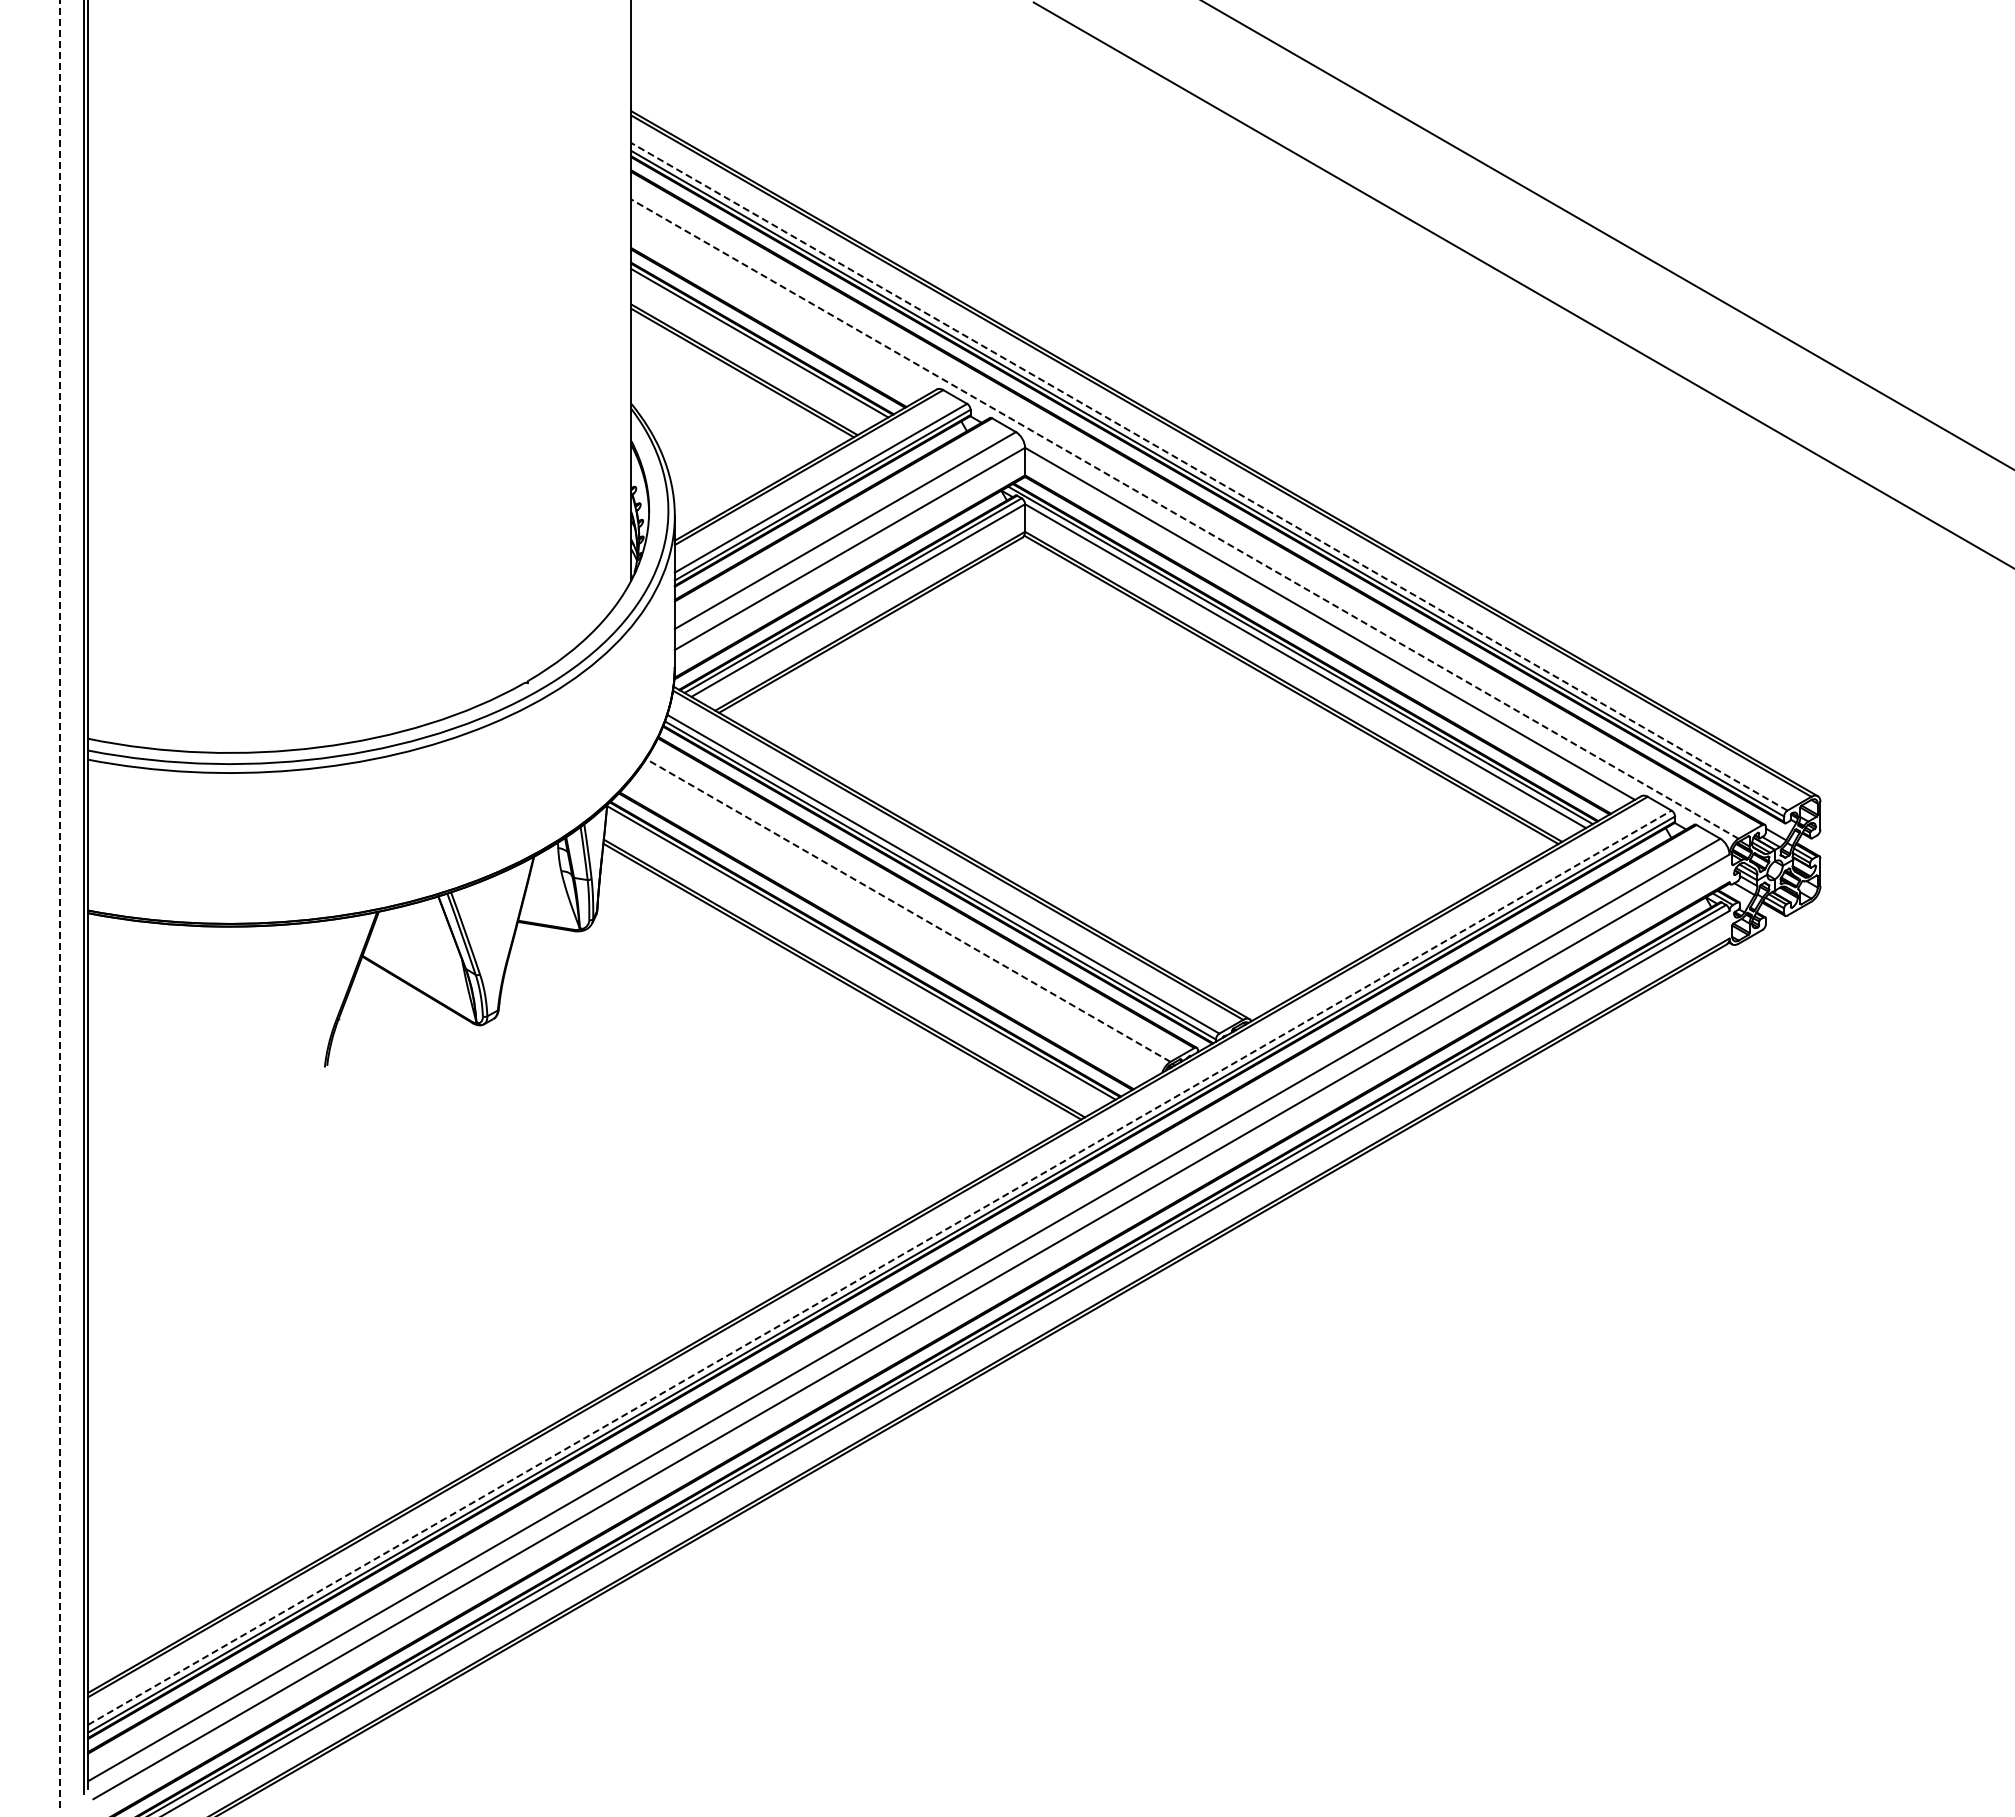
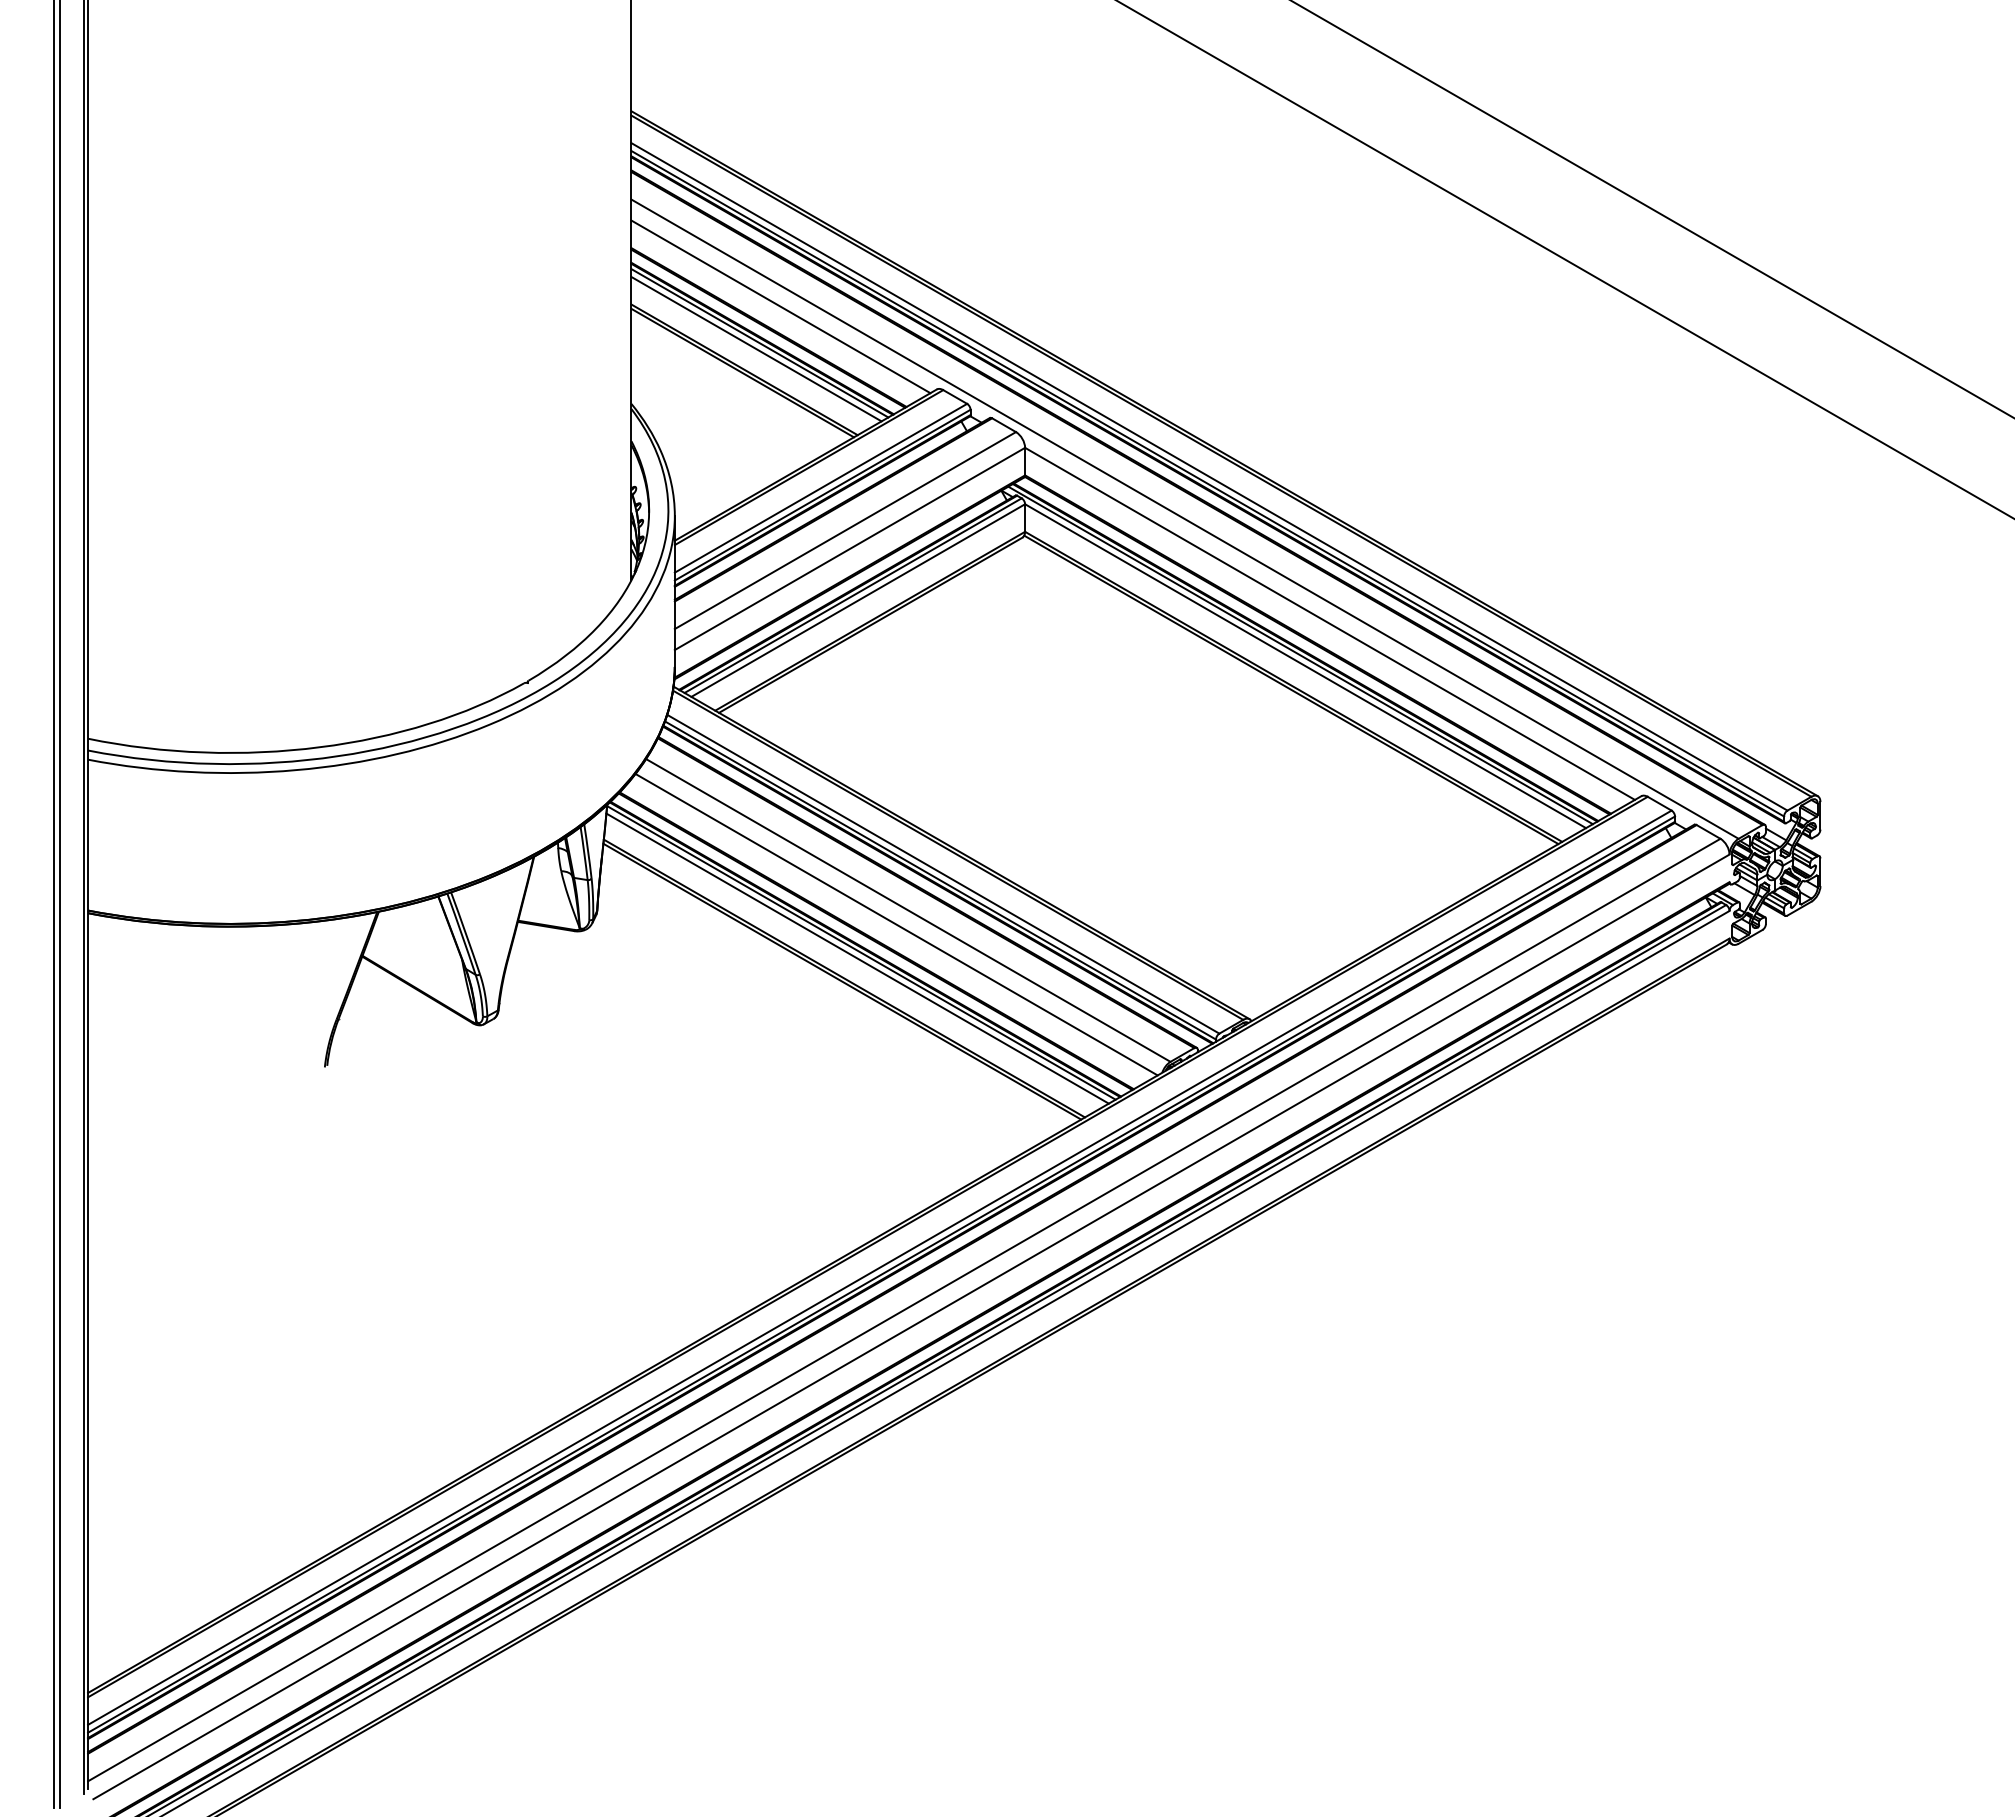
line at (1607, 235) position: (1607, 235) -> (1652, 209)
line at (1522, 284) position: (1522, 284) -> (1565, 259)
line at (780, 306): none -> present
line at (756, 349): none -> present
line at (1209, 476): dashed -> solid
line at (1184, 518): dashed -> solid
line at (60, 903): dashed -> solid
line at (53, 904): none -> present
line at (908, 910): dashed -> solid
line at (896, 924): none -> present
line at (857, 958): none -> present
line at (880, 1267): dashed -> solid
